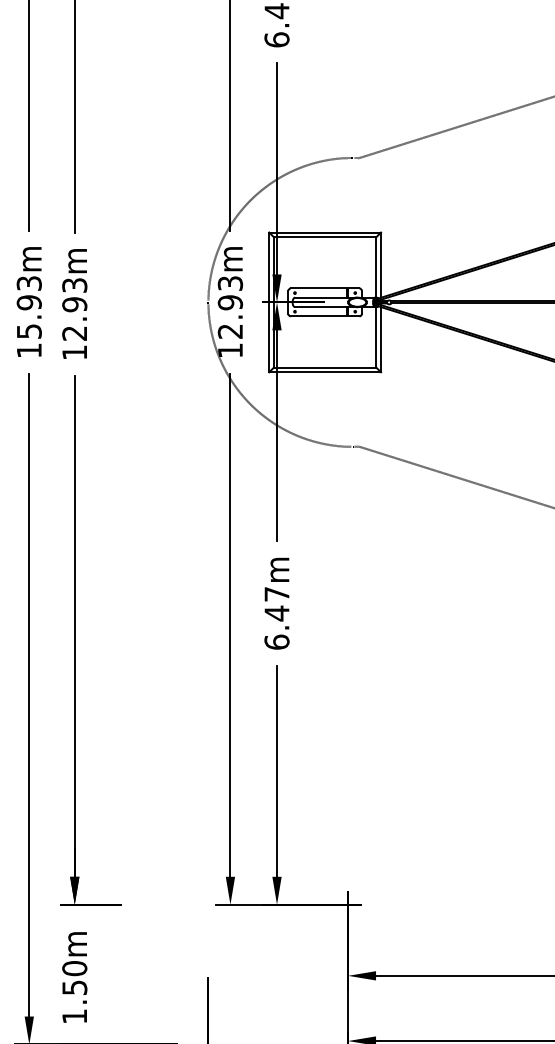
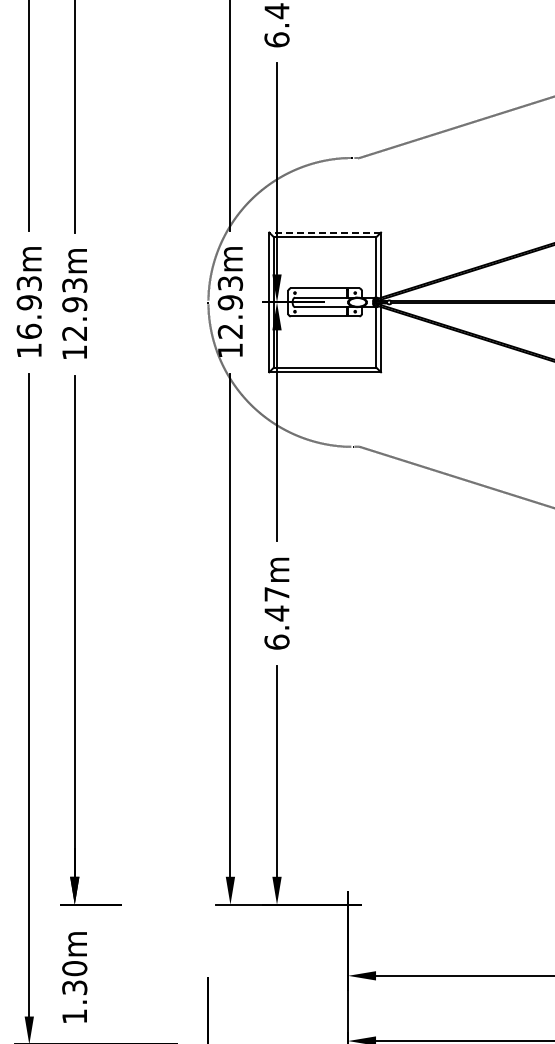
line at (325, 232): solid -> dashed
text at (28, 330): 15.93m -> 16.93m
text at (74, 987): 1.50m -> 1.30m
